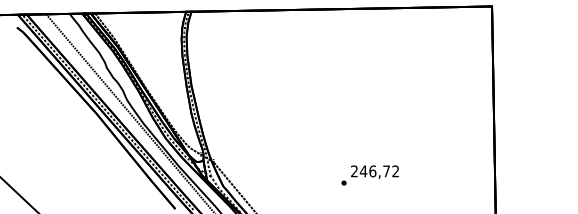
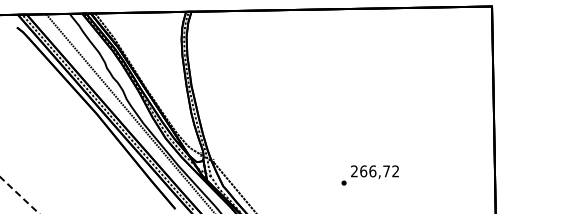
text at (363, 171): 246,72 -> 266,72
line at (19, 194): solid -> dashed
